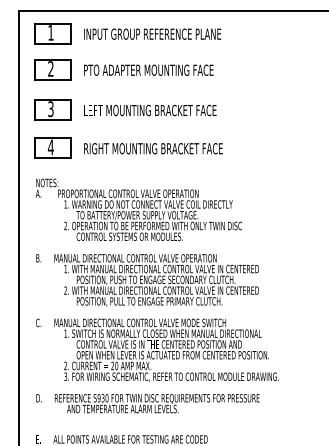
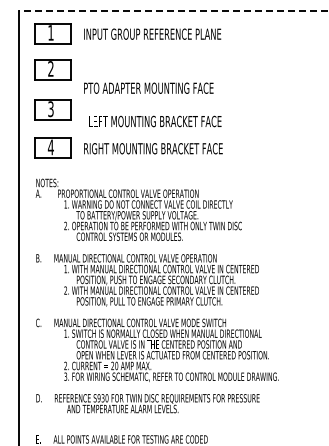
line at (173, 11): solid -> dashed
text at (148, 69) position: (148, 69) -> (148, 87)
text at (150, 110) position: (150, 110) -> (155, 121)
